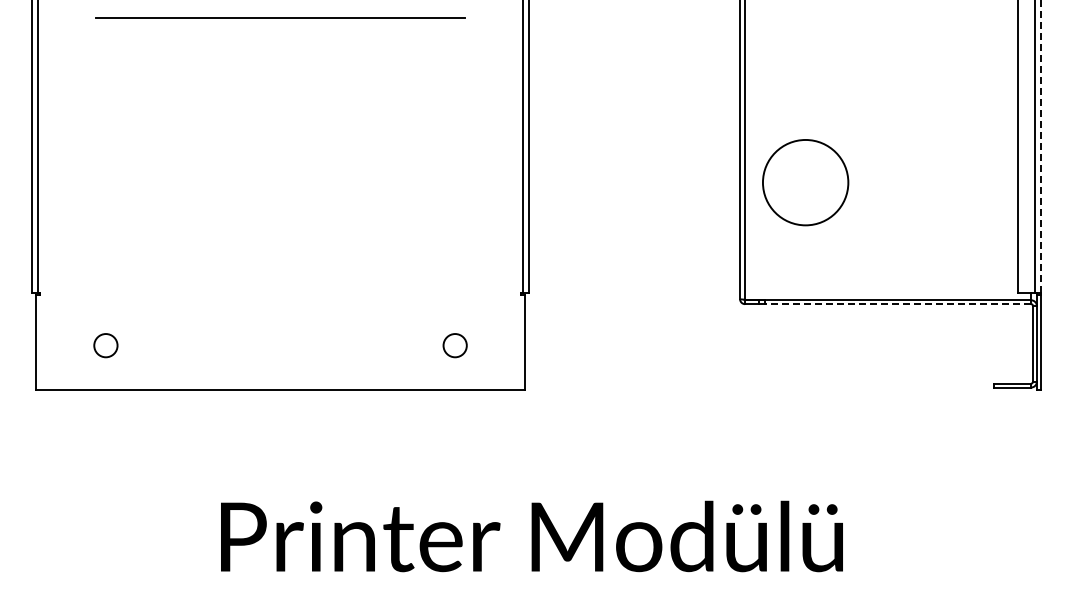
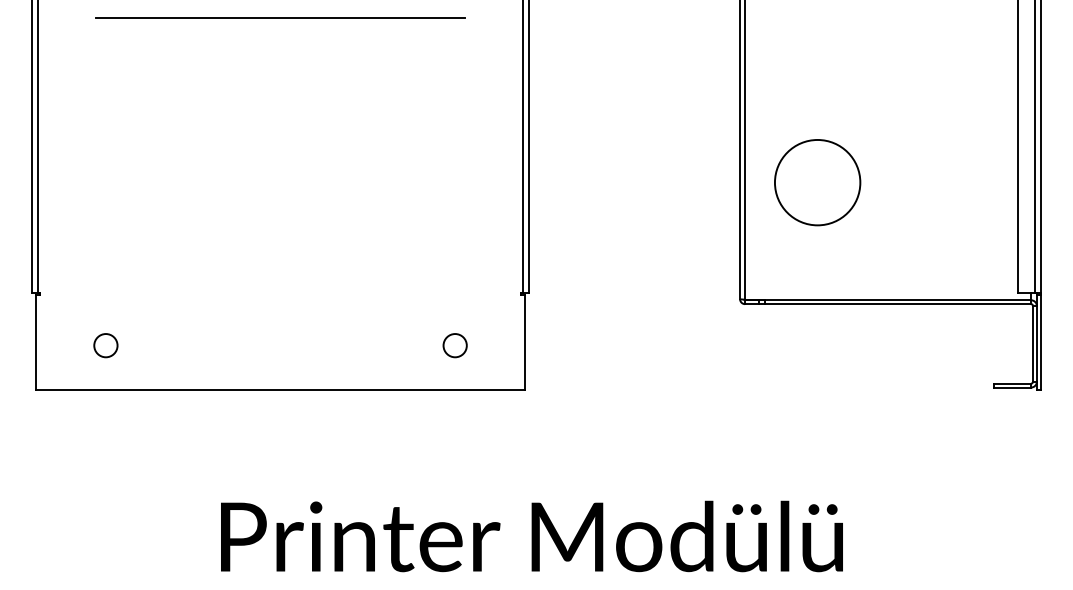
line at (1040, 147): dashed -> solid
circle at (805, 182) position: (805, 182) -> (817, 182)
line at (897, 304): dashed -> solid
